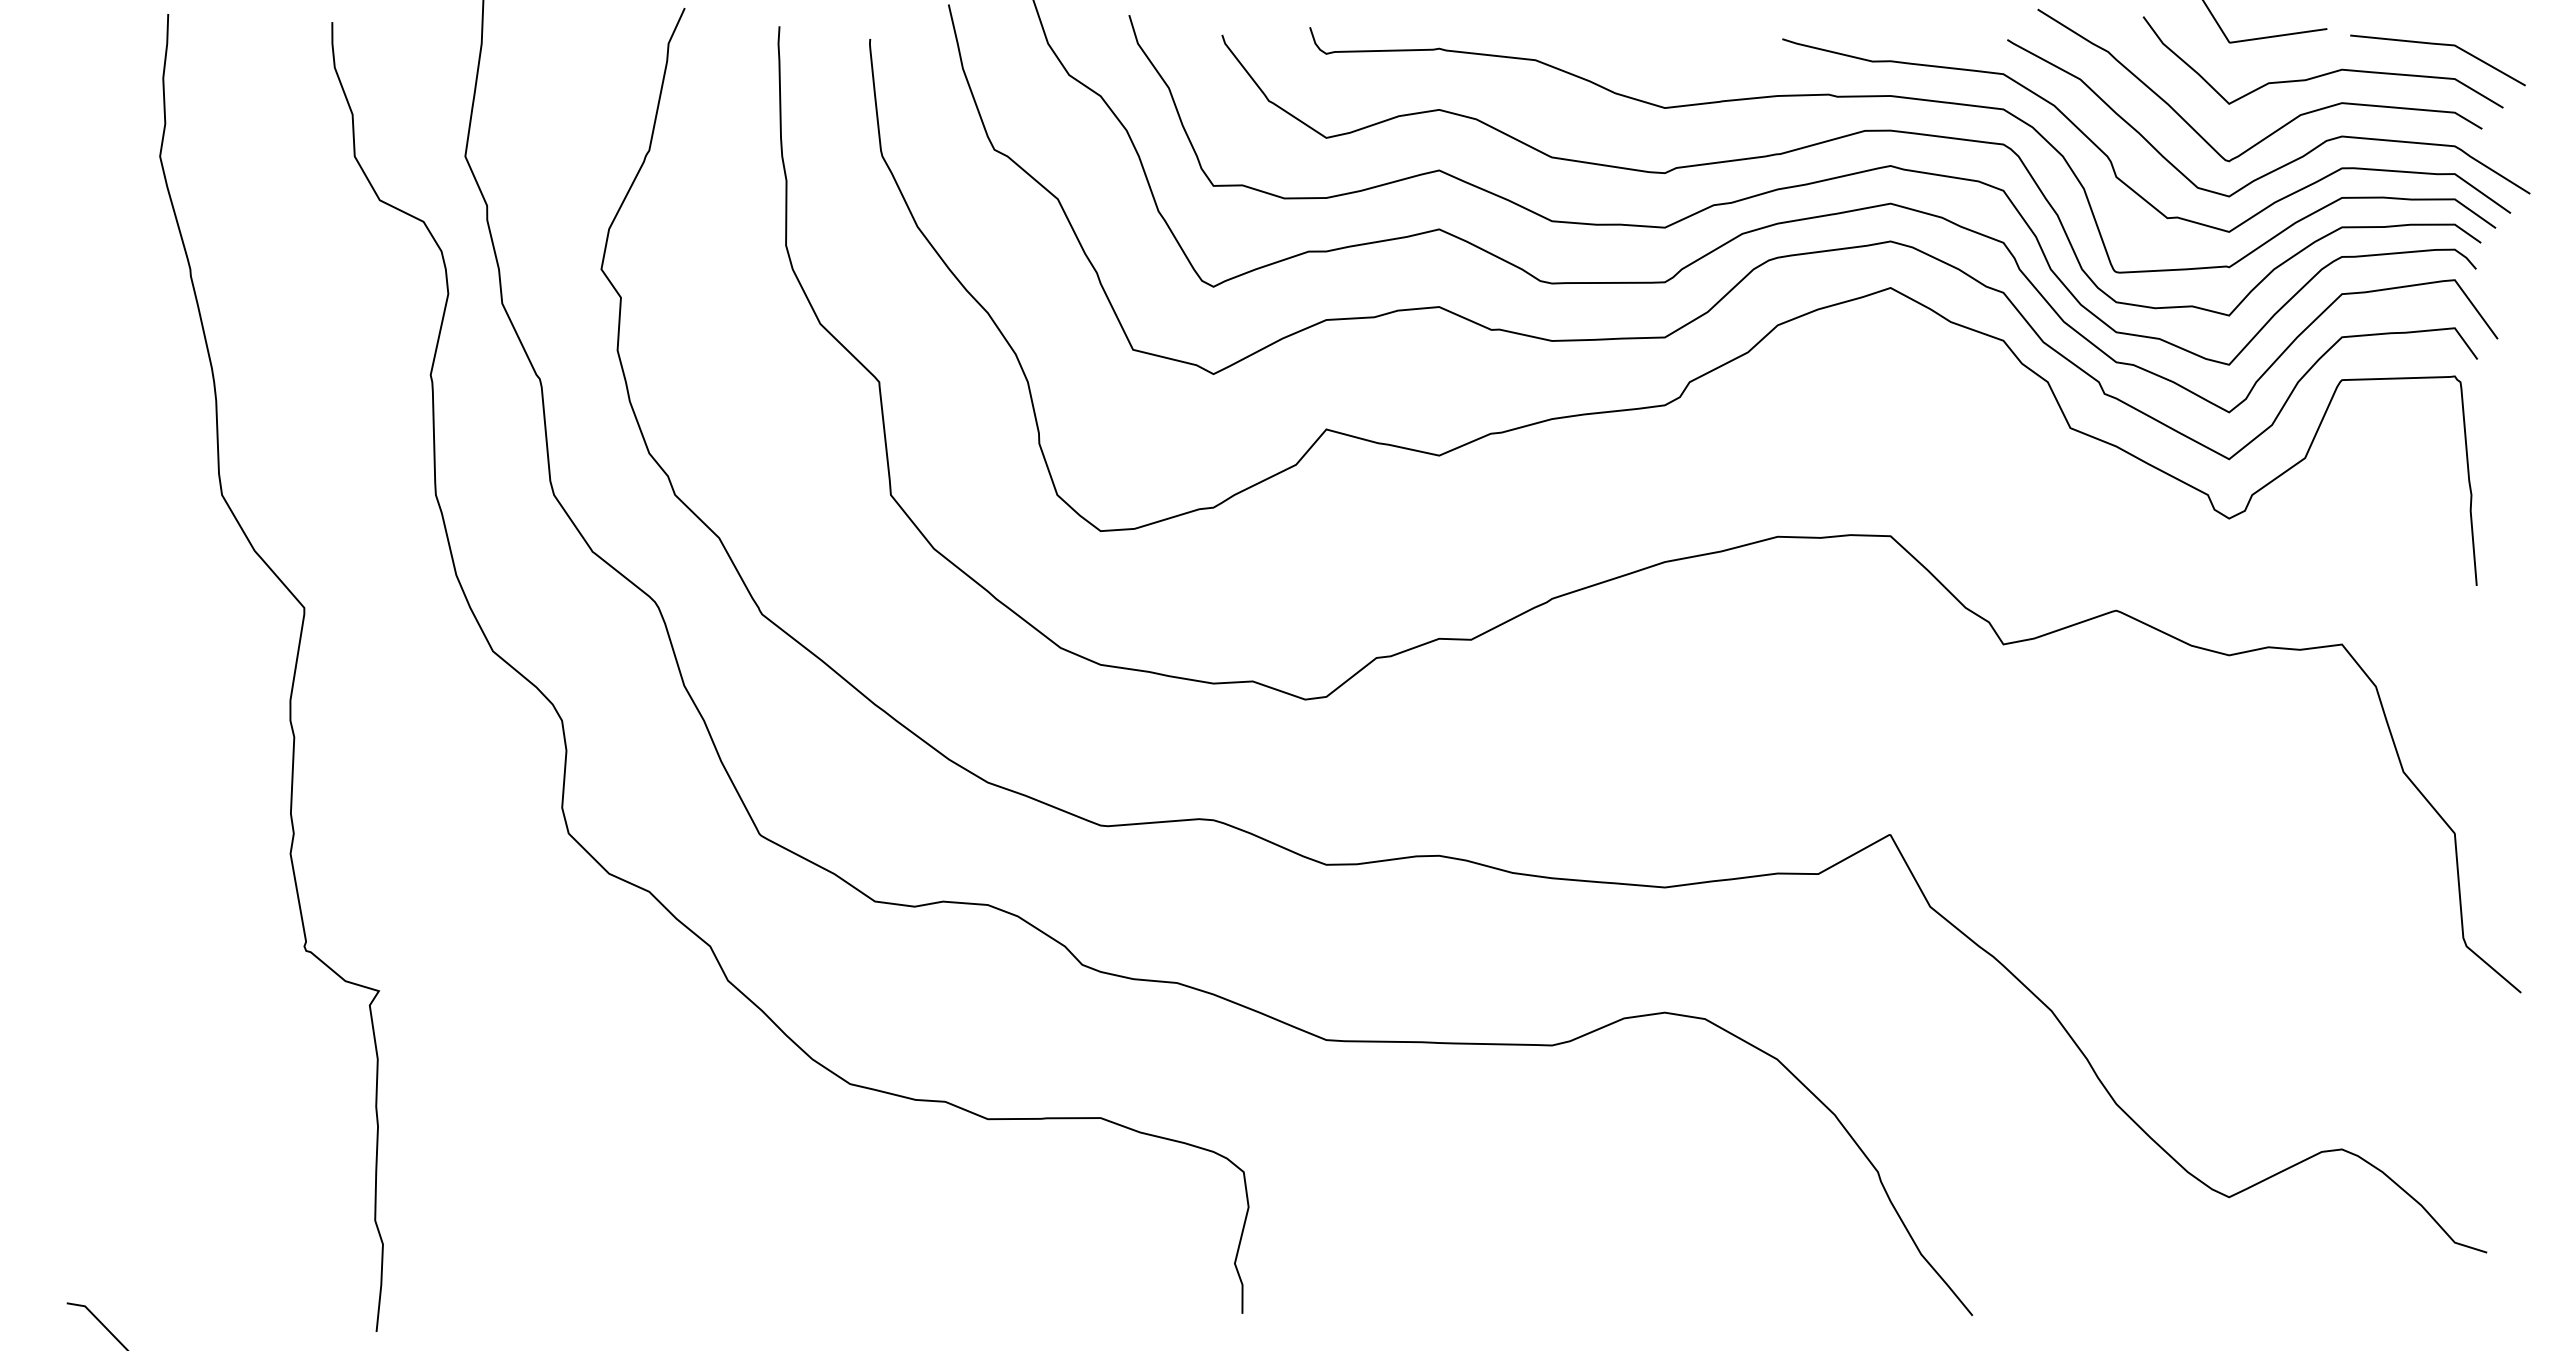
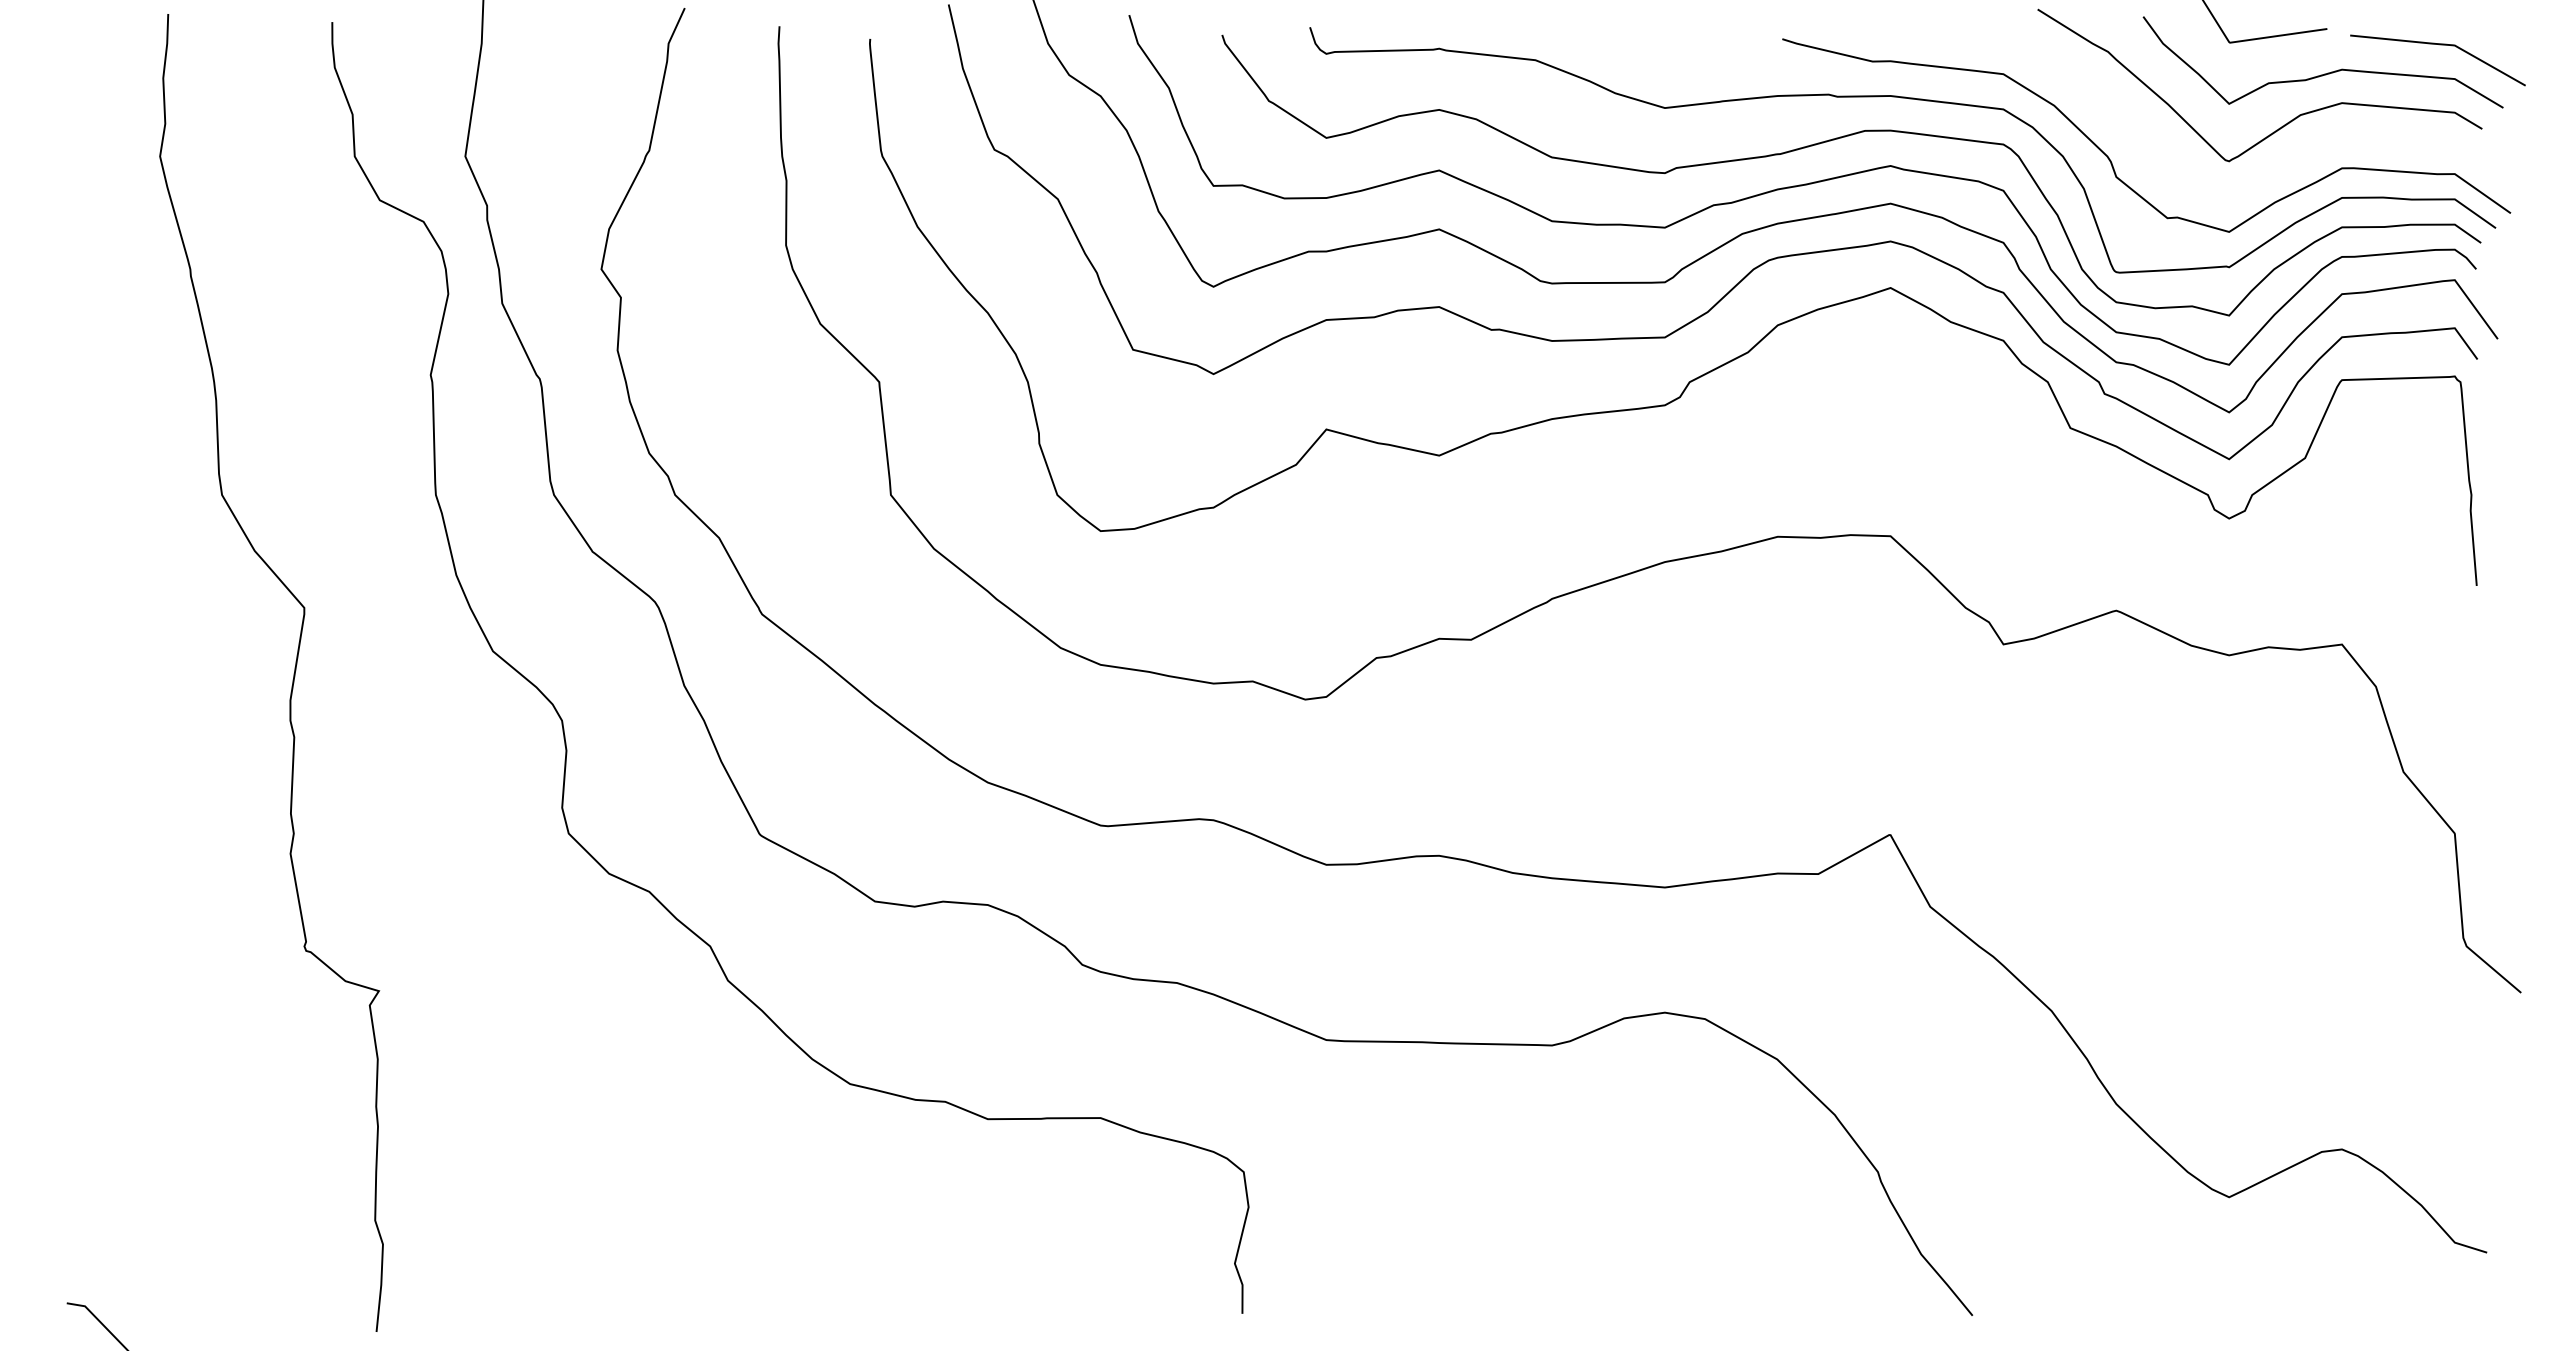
curve at (2290, 161): present -> none
